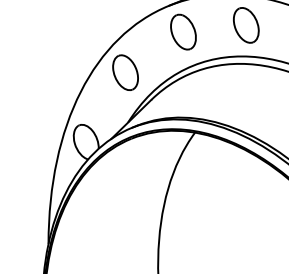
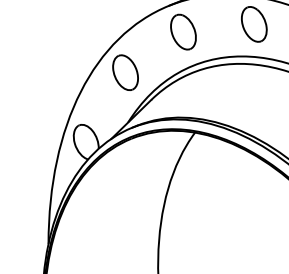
part at (246, 25) position: (246, 25) -> (254, 24)
